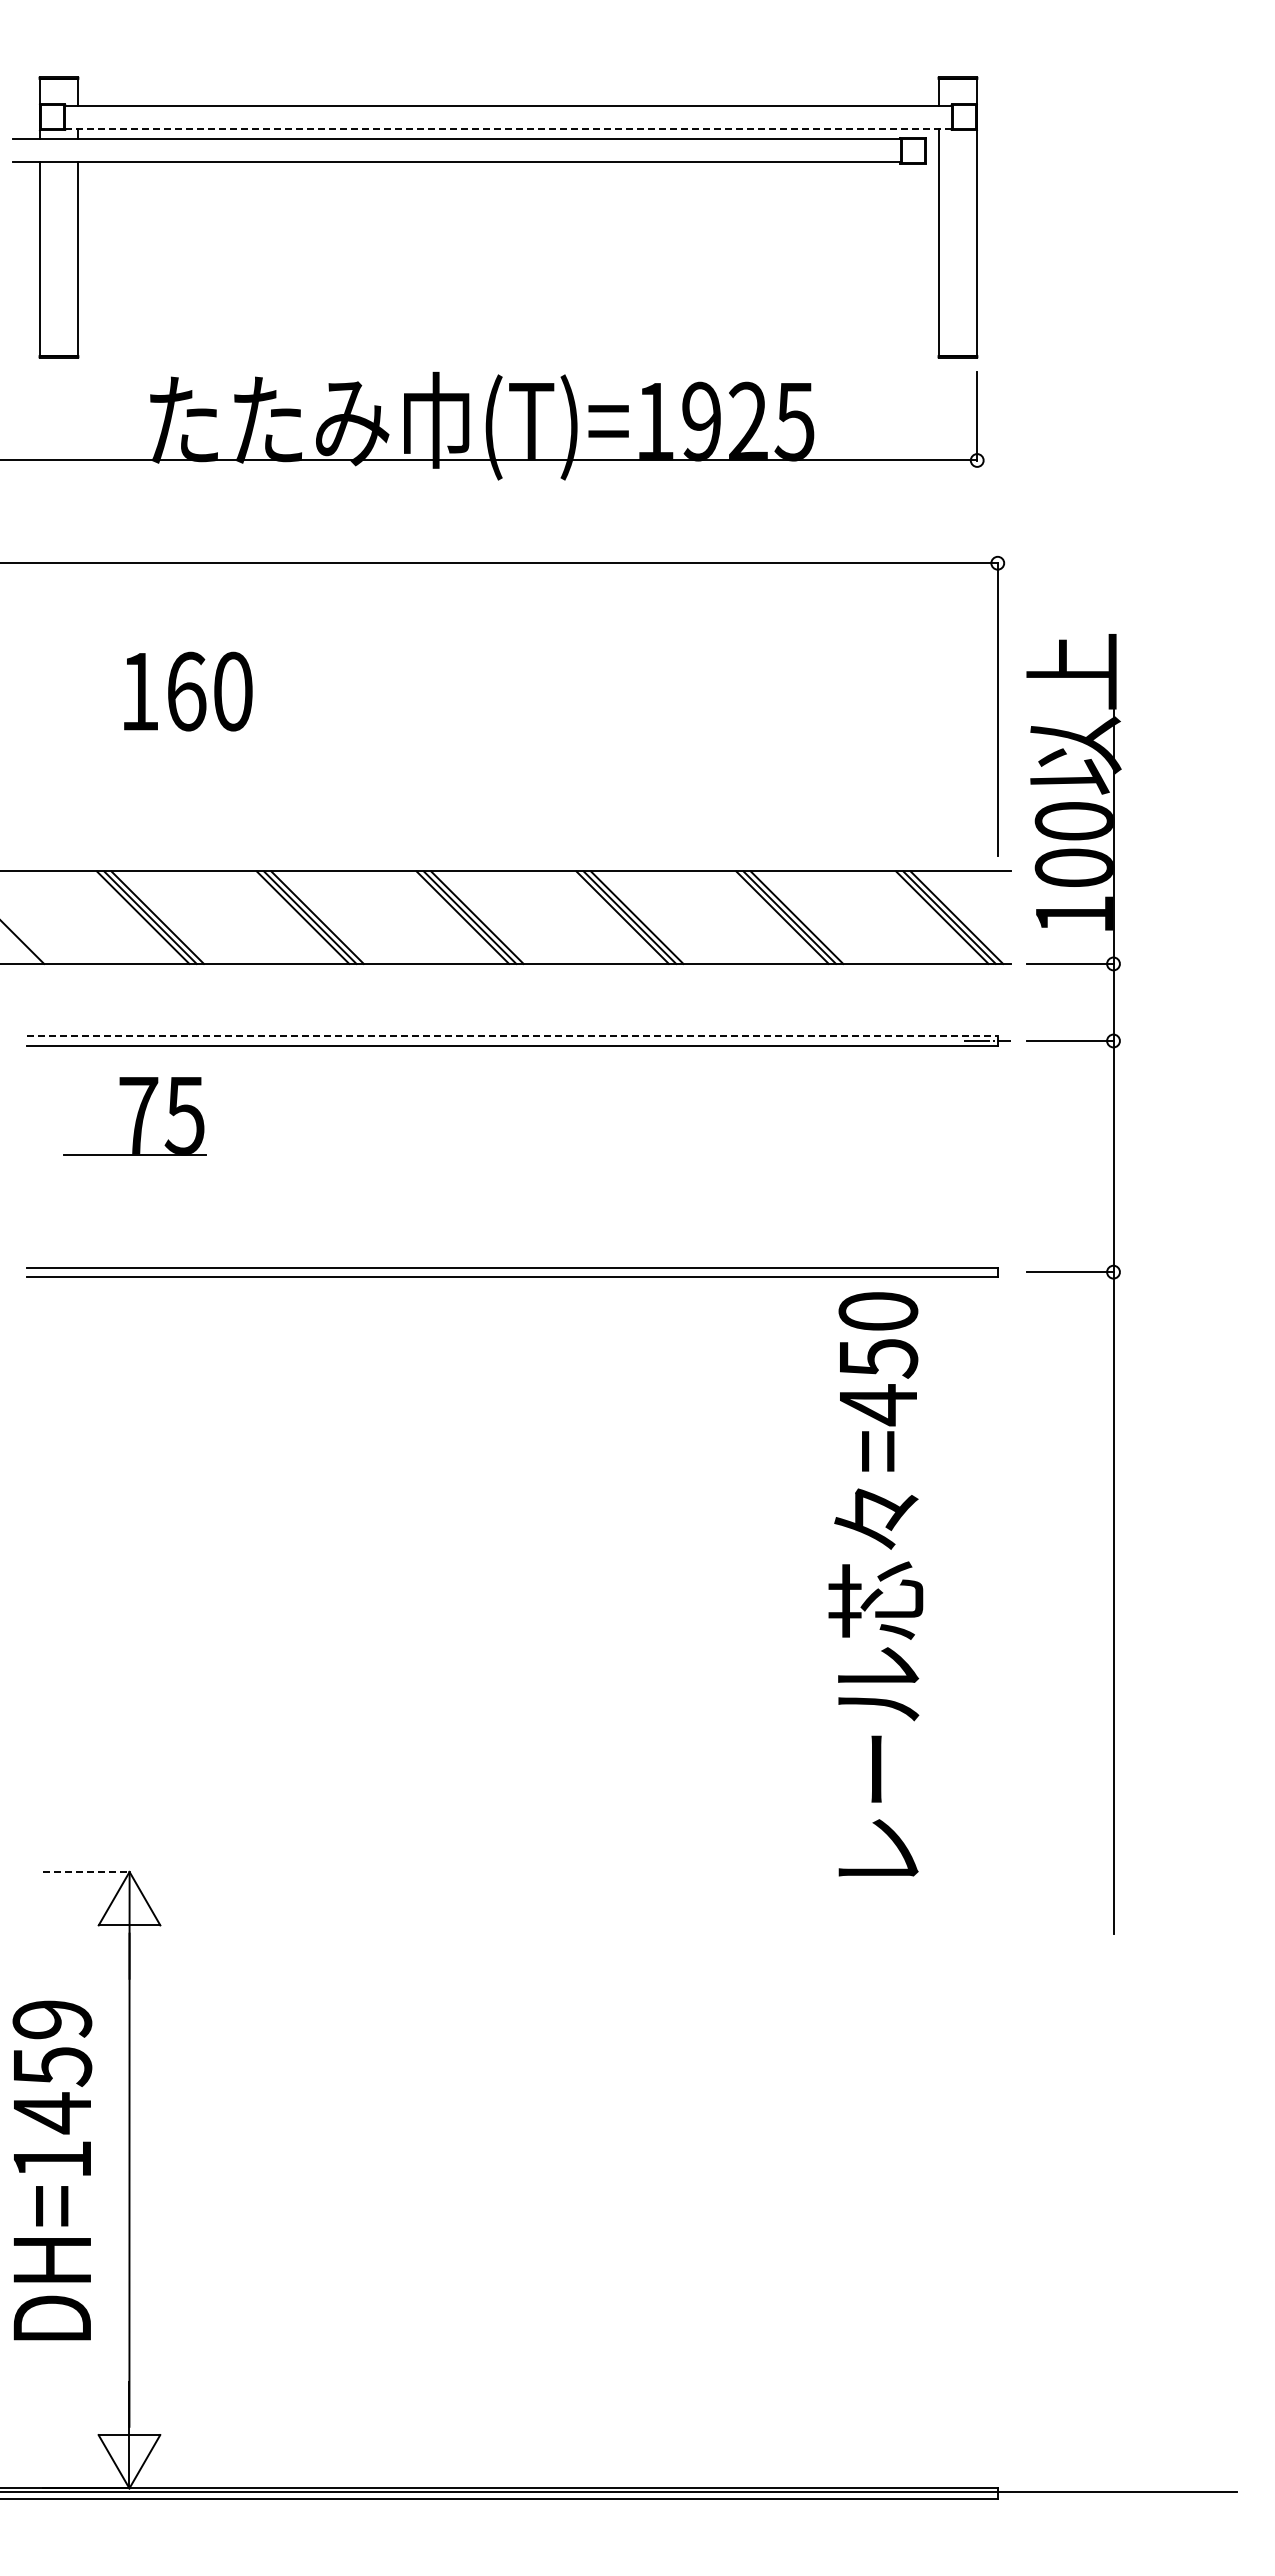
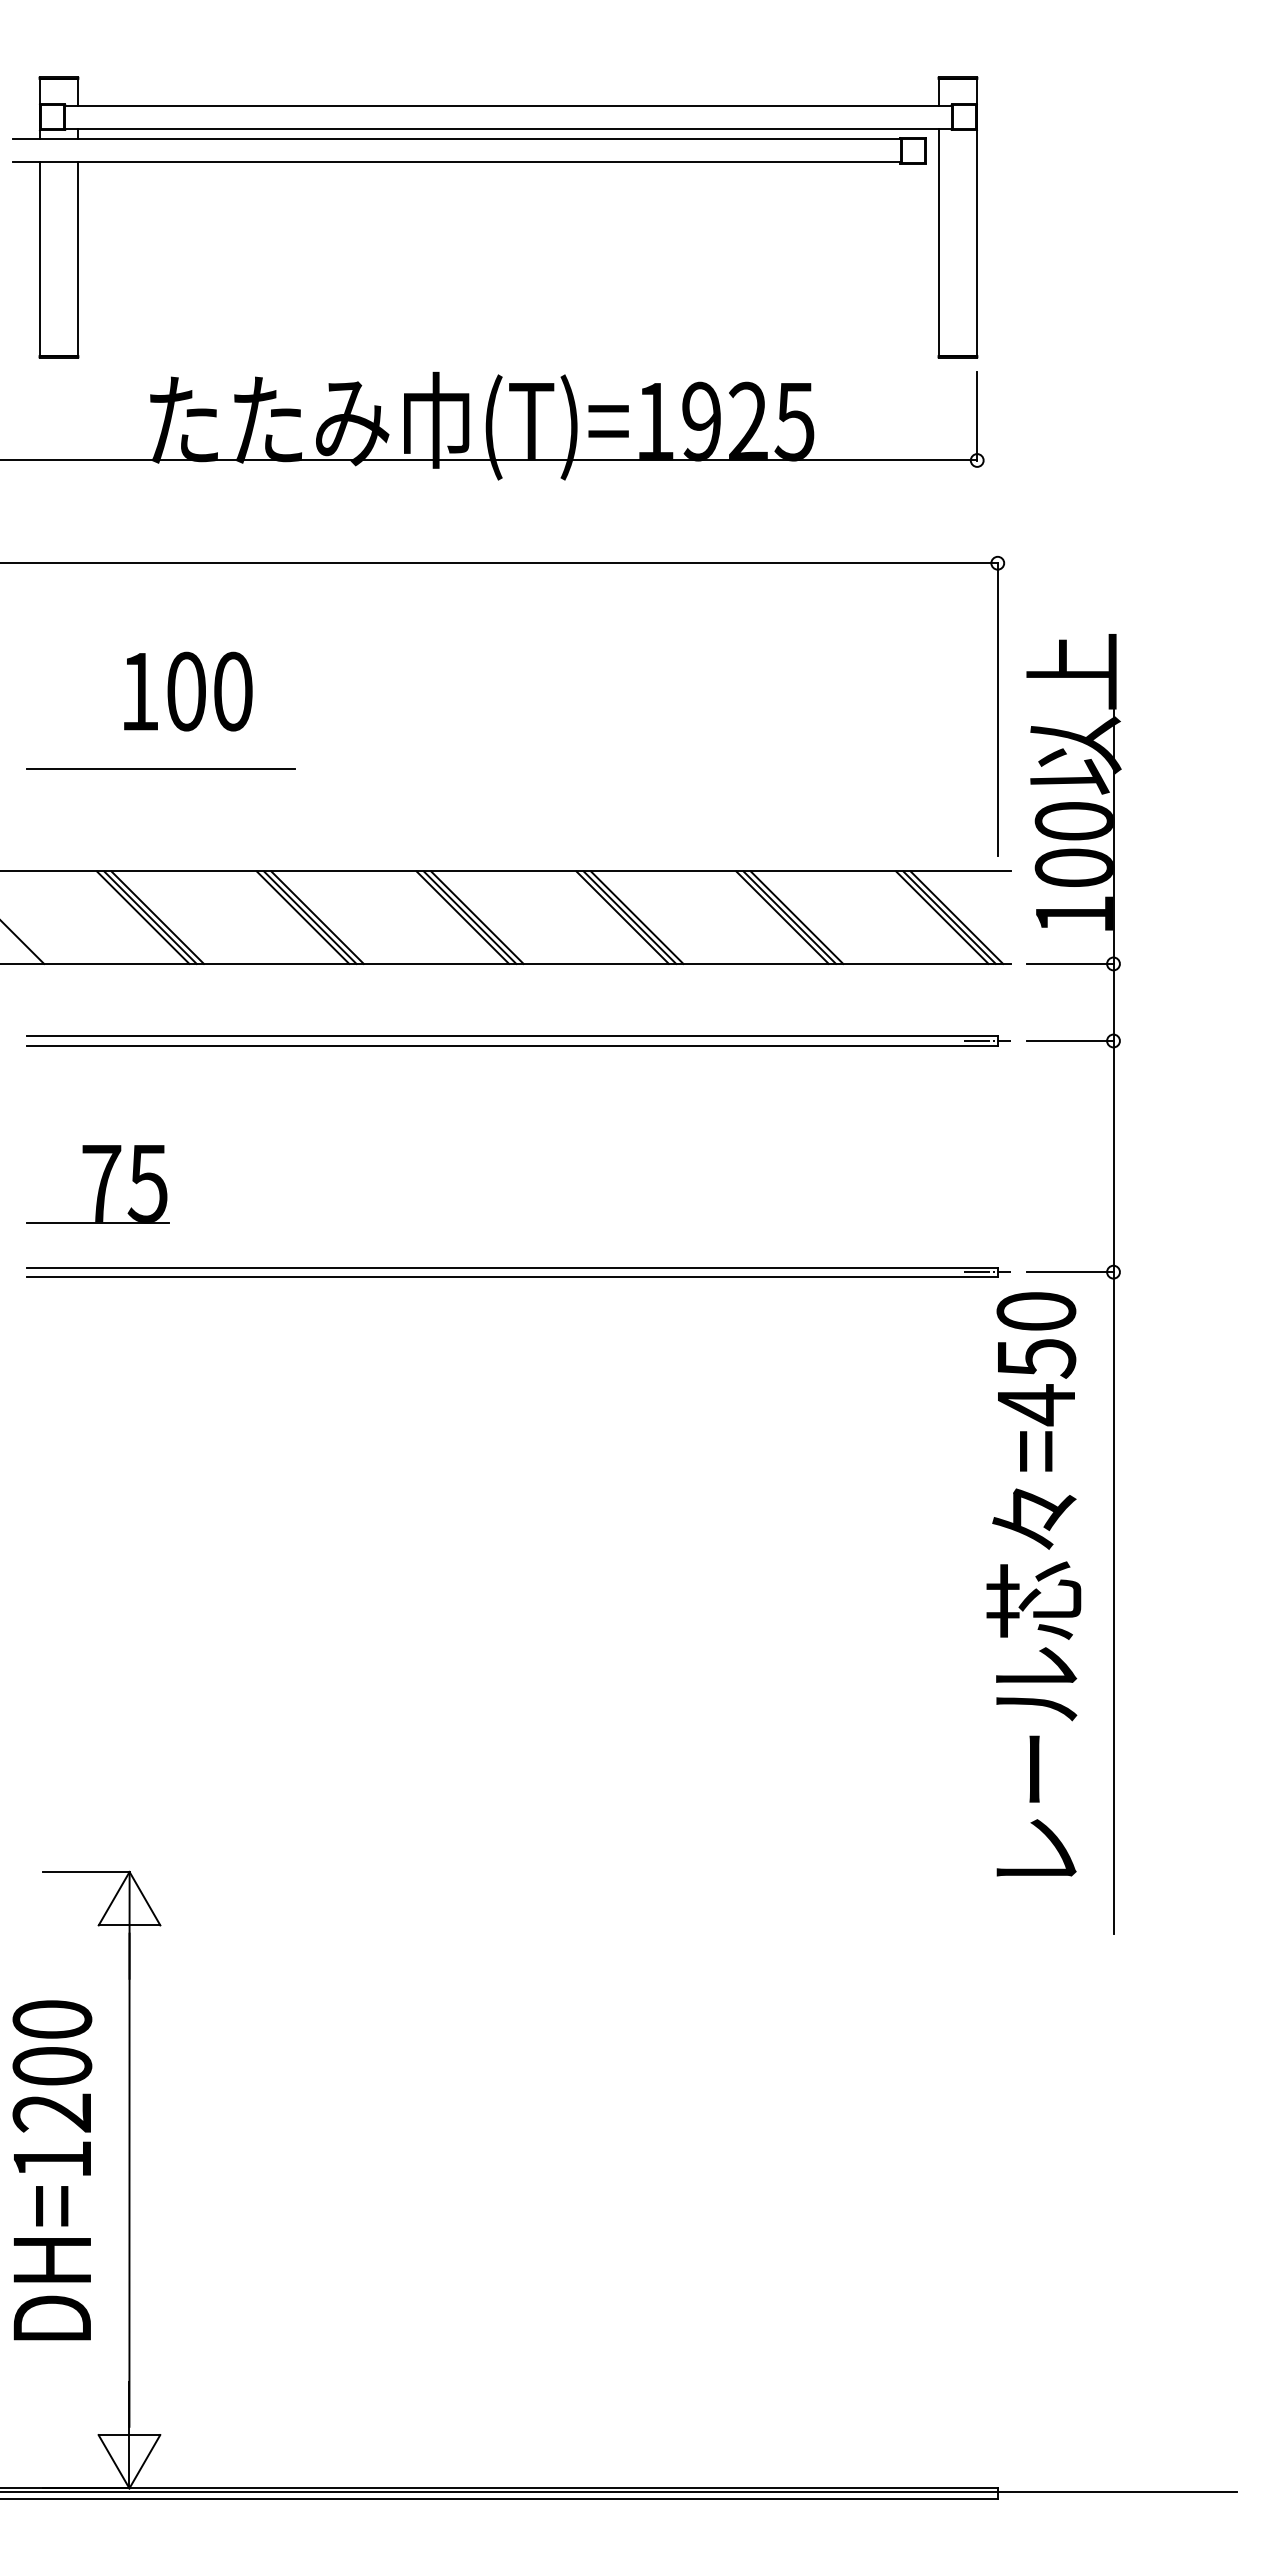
line at (508, 128): dashed -> solid
text at (186, 691): 160 -> 100
line at (160, 768): none -> present
line at (512, 1036): dashed -> solid
part at (134, 1116) position: (134, 1116) -> (97, 1184)
line at (987, 1272): none -> present
text at (875, 1584) position: (875, 1584) -> (1033, 1584)
line at (86, 1871): dashed -> solid
text at (52, 2067): DH=1459 -> DH=1200
